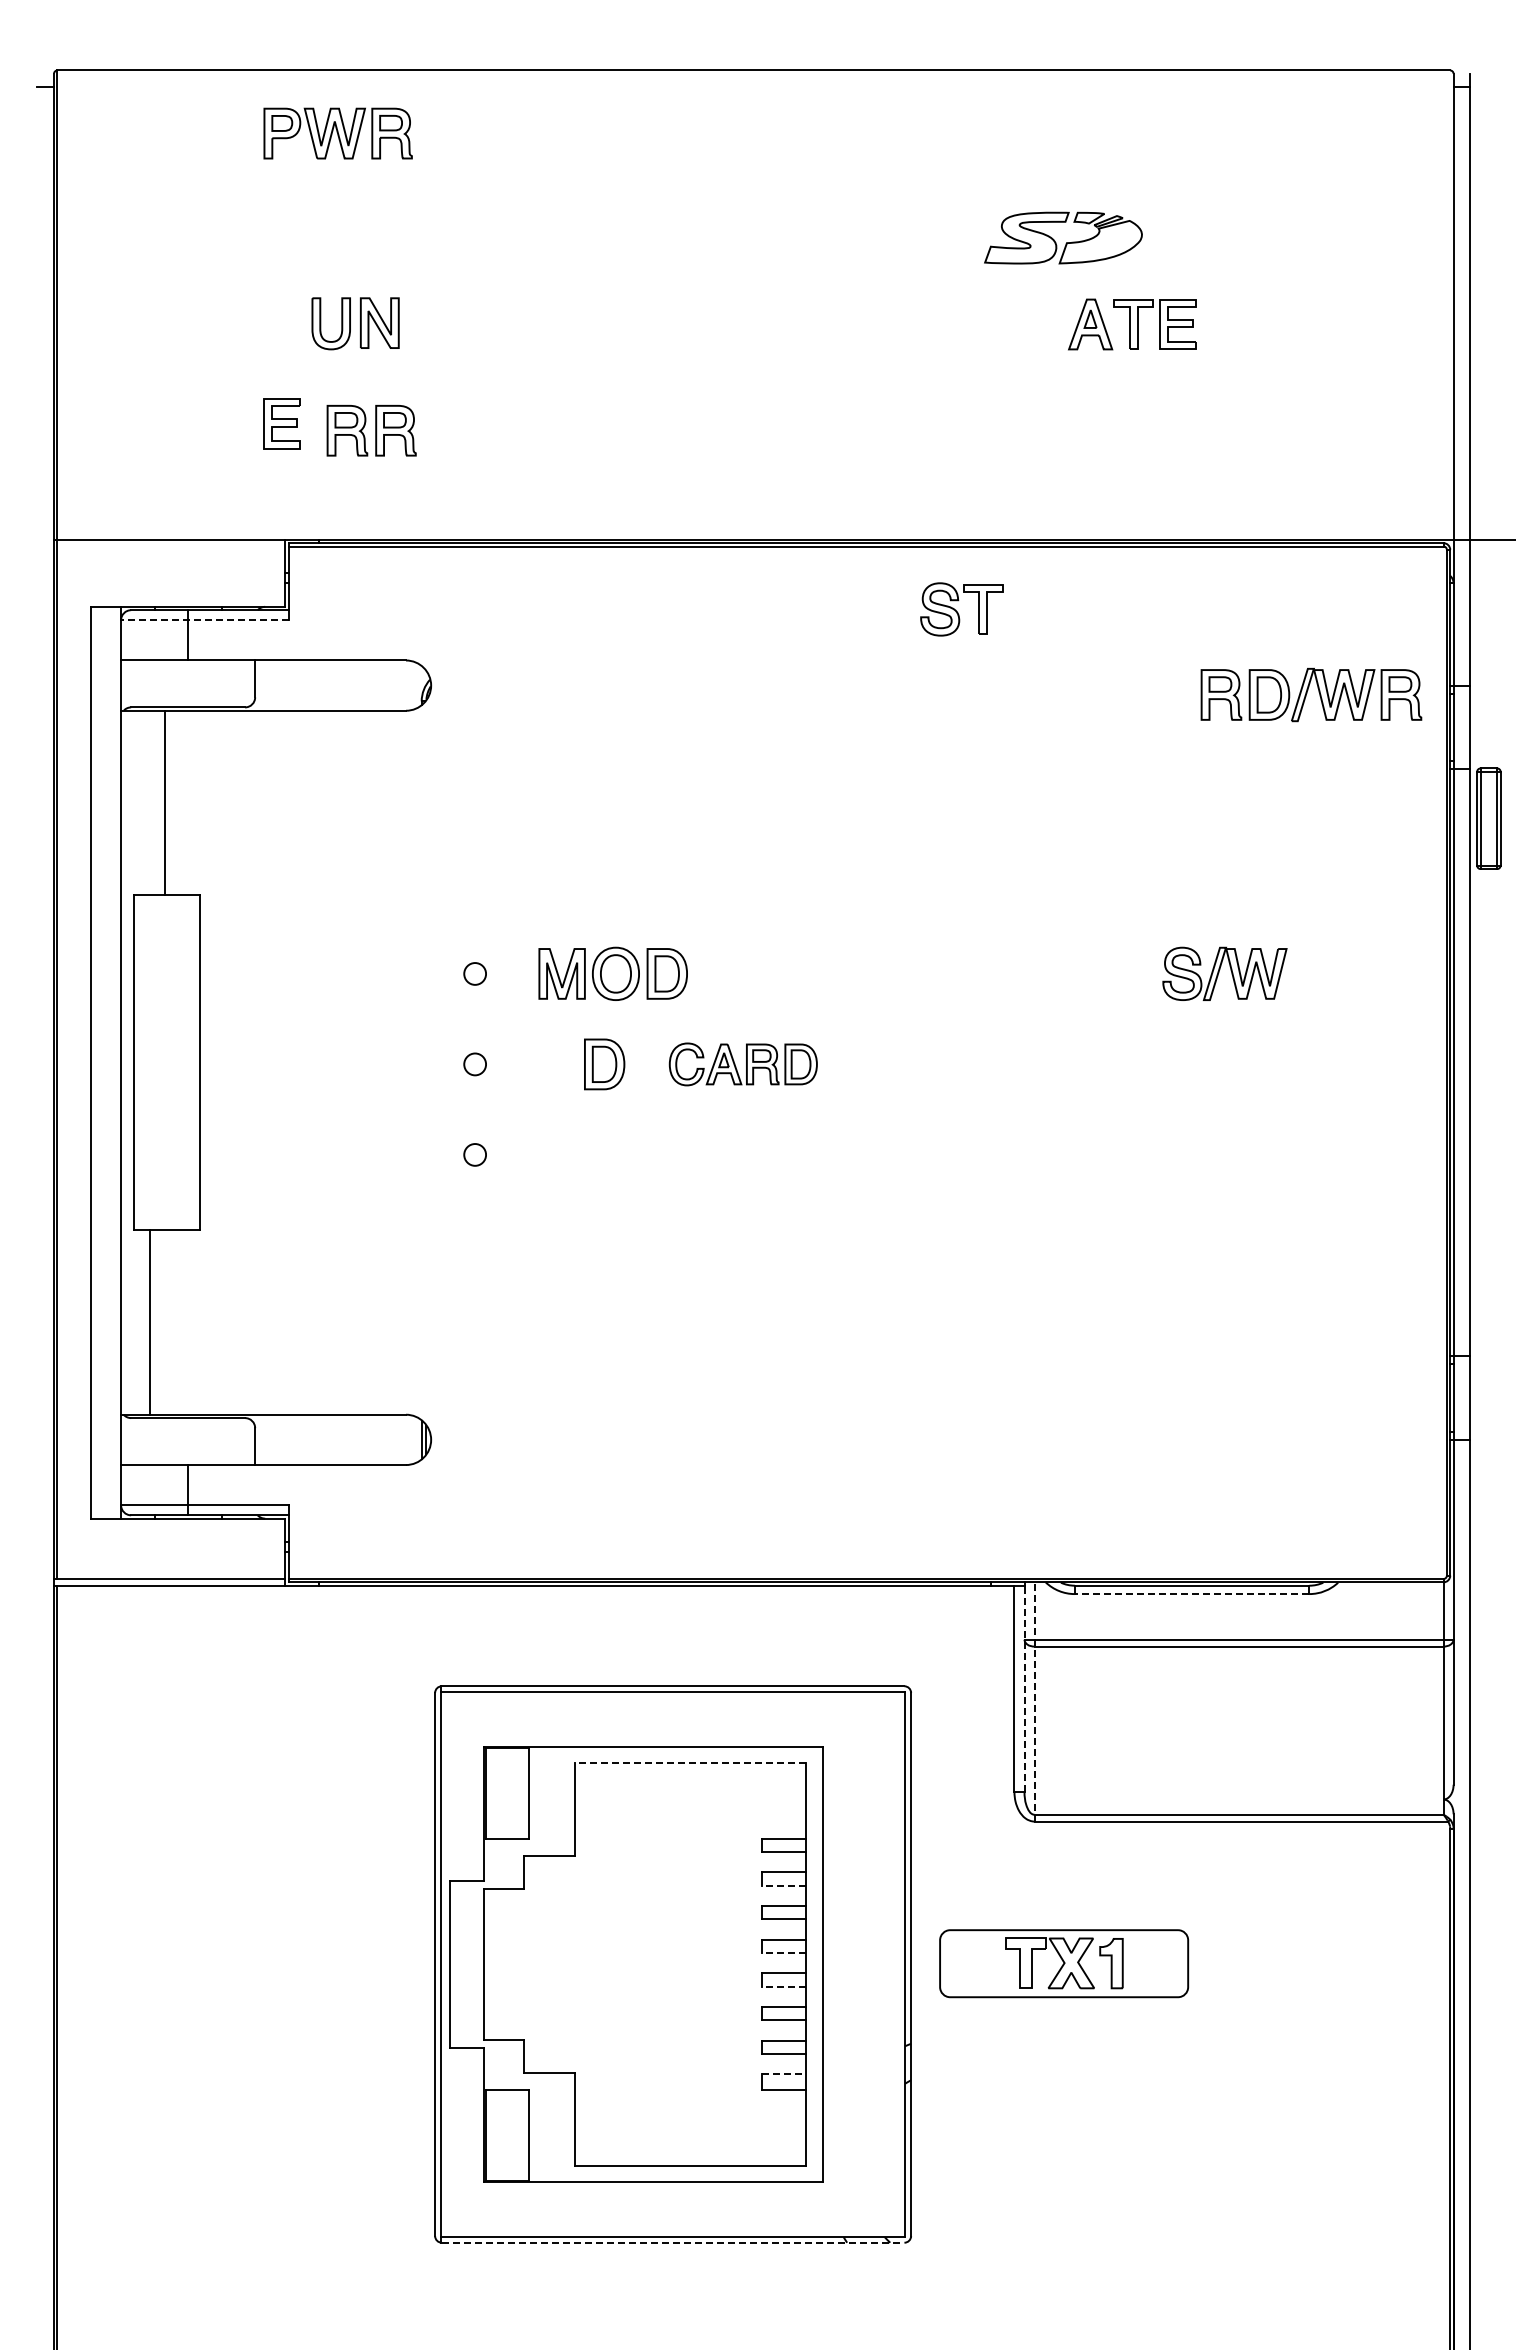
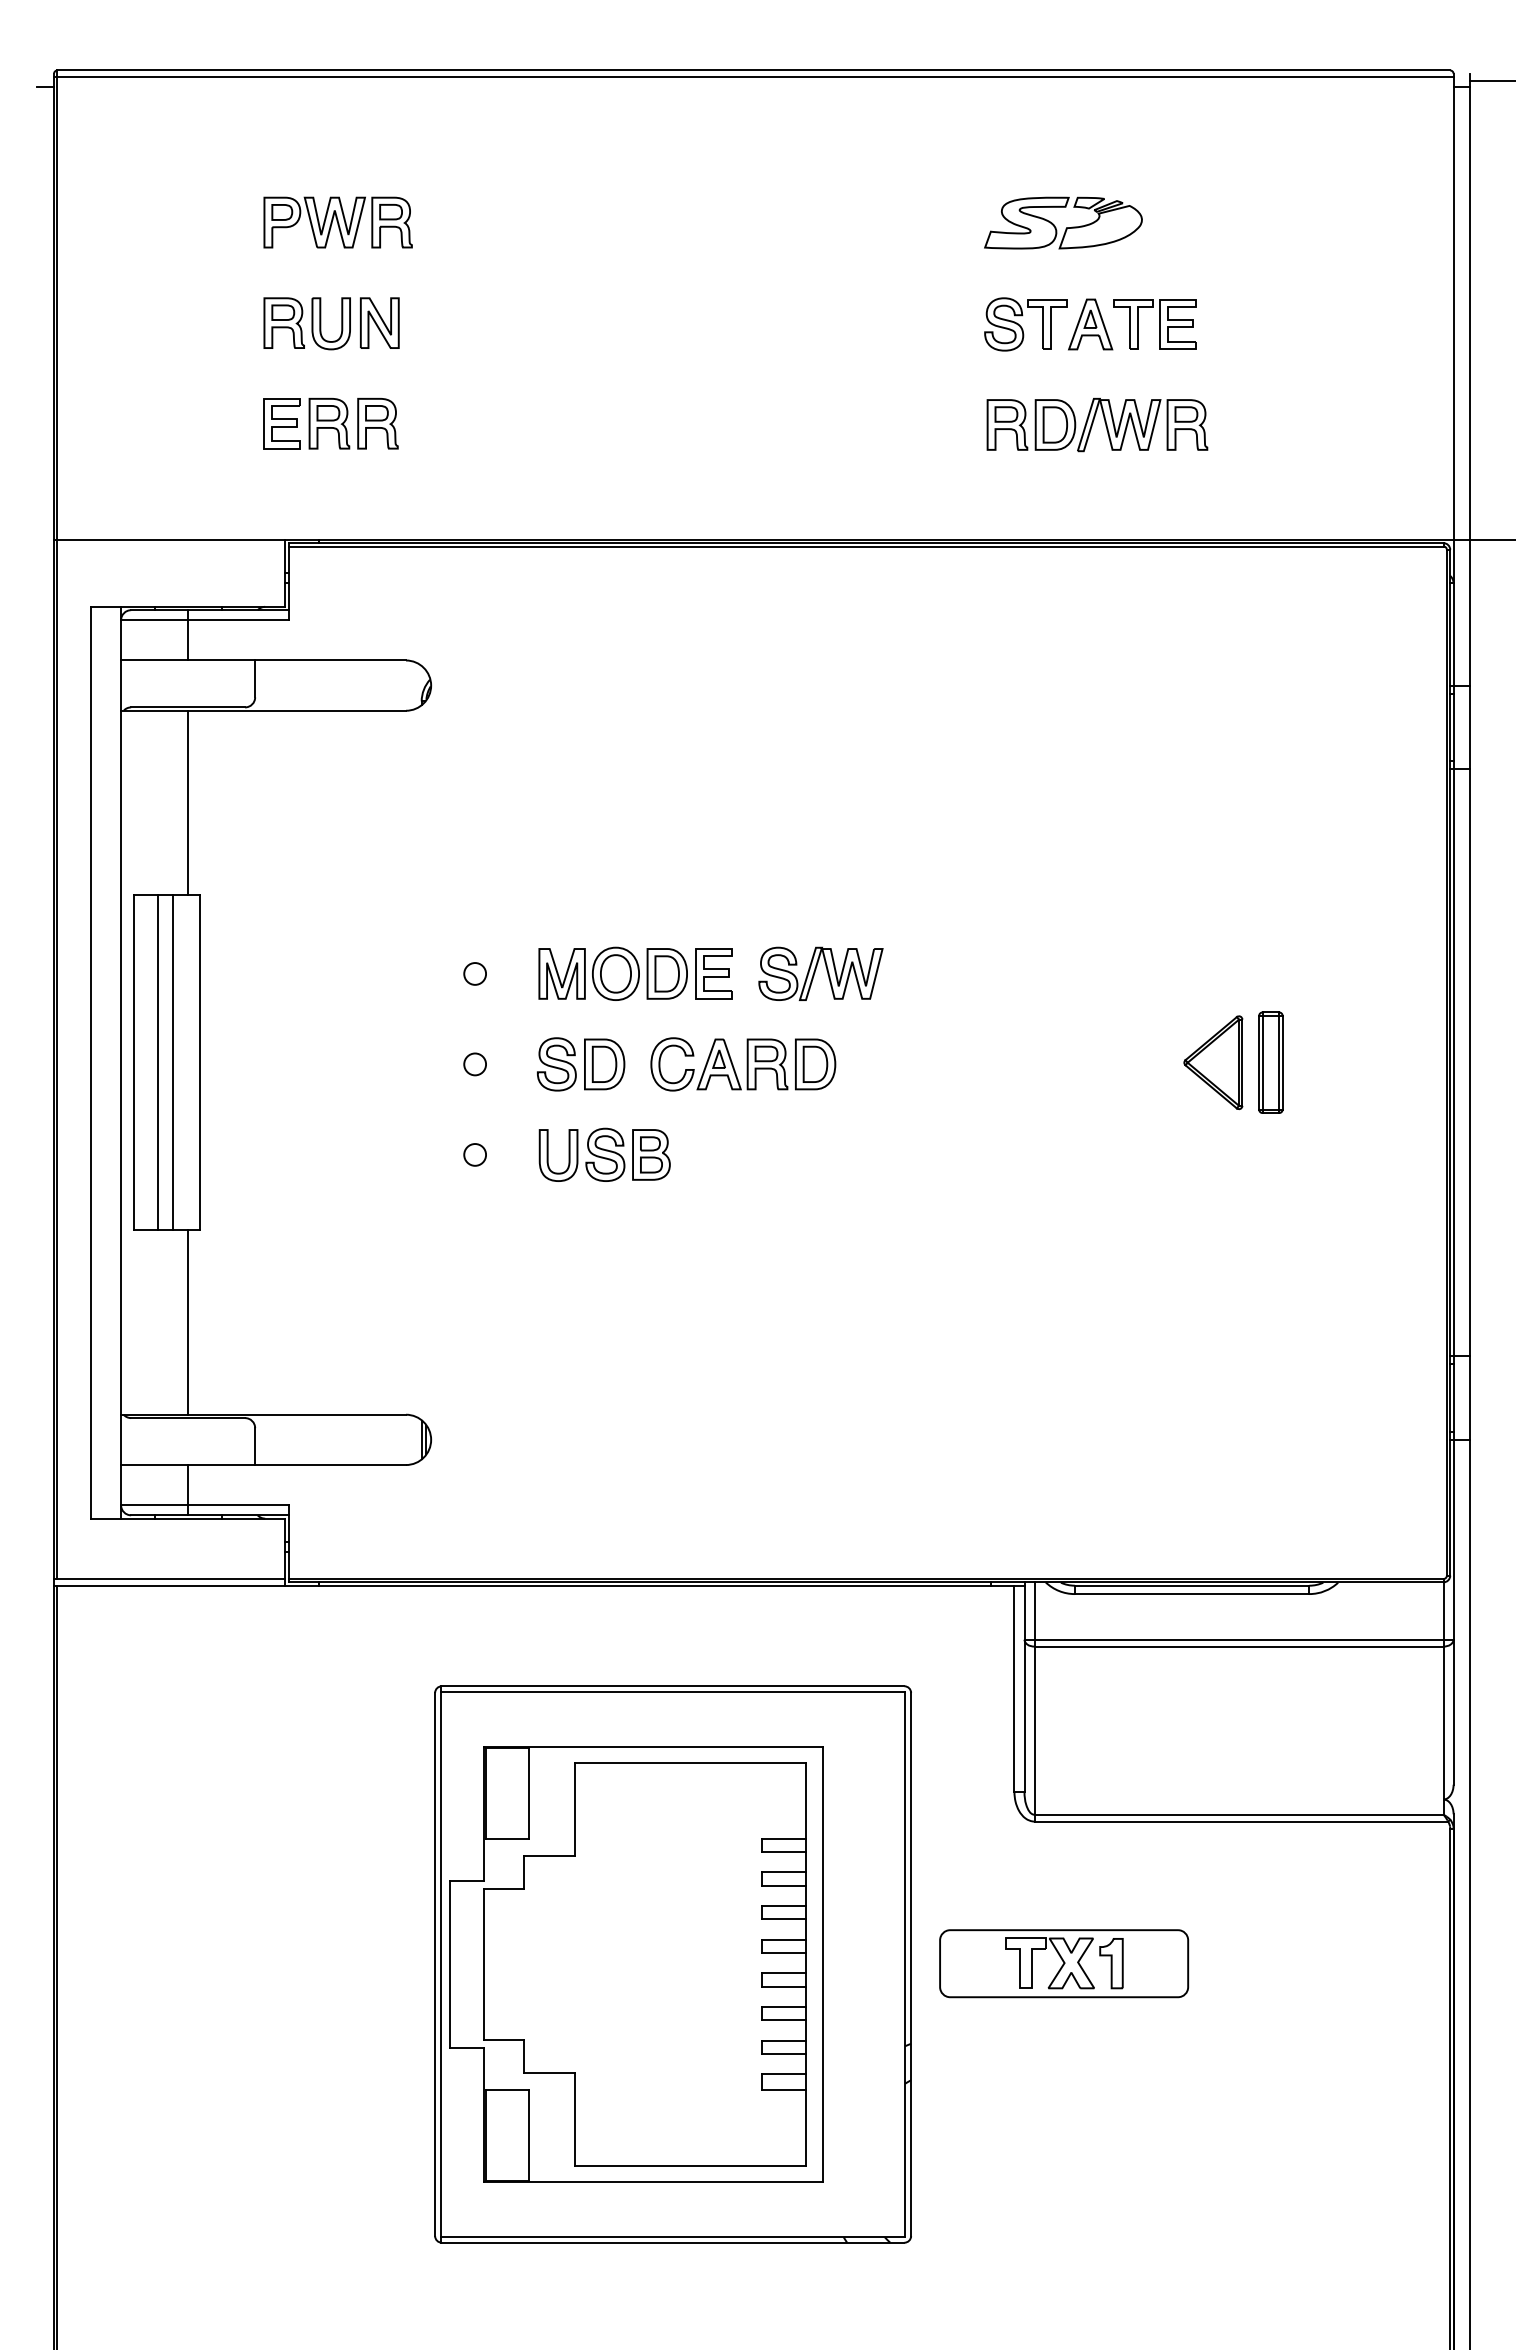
line at (753, 77): none -> present
line at (1491, 80): none -> present
part at (337, 133) position: (337, 133) -> (337, 222)
part at (1063, 237) position: (1063, 237) -> (1063, 222)
part at (283, 322): none -> present
part at (371, 430) position: (371, 430) -> (353, 423)
part at (961, 609) position: (961, 609) -> (1025, 324)
line at (204, 620): dashed -> solid
part at (1311, 695) position: (1311, 695) -> (1097, 425)
line at (165, 802) position: (165, 802) -> (188, 802)
part at (1488, 818) position: (1488, 818) -> (1270, 1062)
part at (713, 973): none -> present
part at (1224, 973) position: (1224, 973) -> (820, 973)
line at (157, 1062): none -> present
line at (173, 1062): none -> present
part at (1213, 1062): none -> present
part at (556, 1064): none -> present
part at (742, 1064) size: 150x45 px -> 187x55 px
part at (604, 1154): none -> present
line at (150, 1322) position: (150, 1322) -> (188, 1322)
line at (1191, 1594): dashed -> solid
line at (1024, 1688): dashed -> solid
line at (1034, 1701): dashed -> solid
line at (690, 1763): dashed -> solid
line at (784, 1885): dashed -> solid
line at (784, 1953): dashed -> solid
line at (784, 1986): dashed -> solid
line at (784, 2074): dashed -> solid
line at (673, 2242): dashed -> solid
